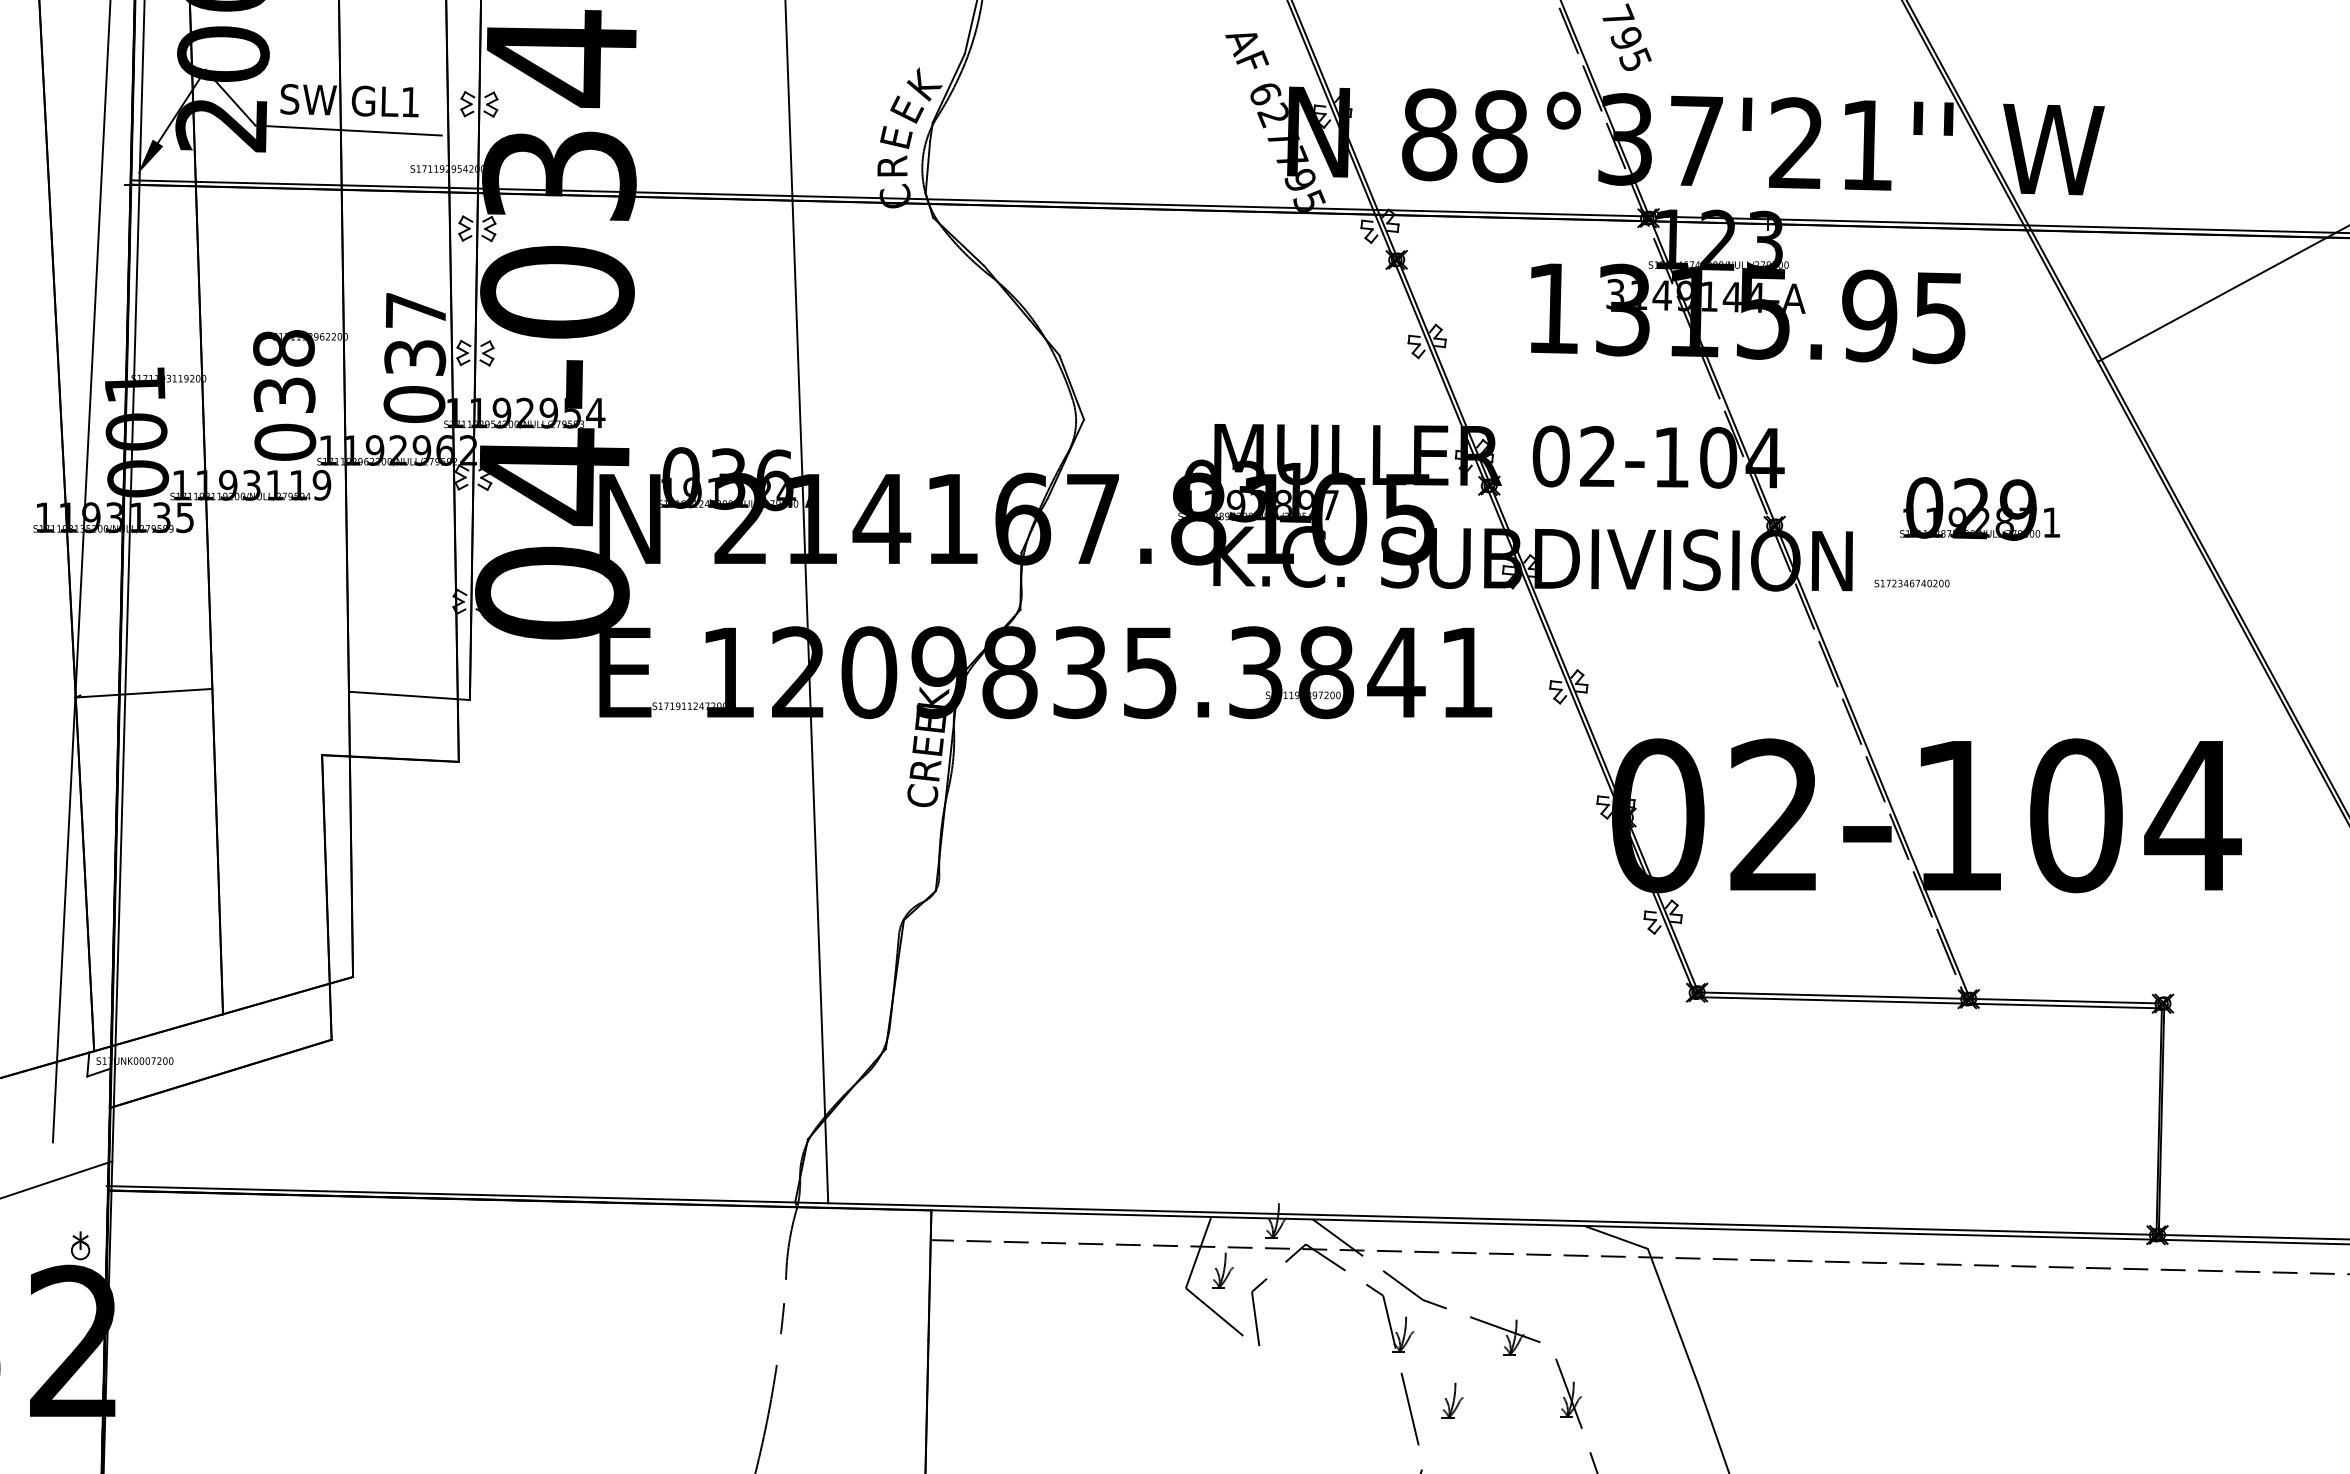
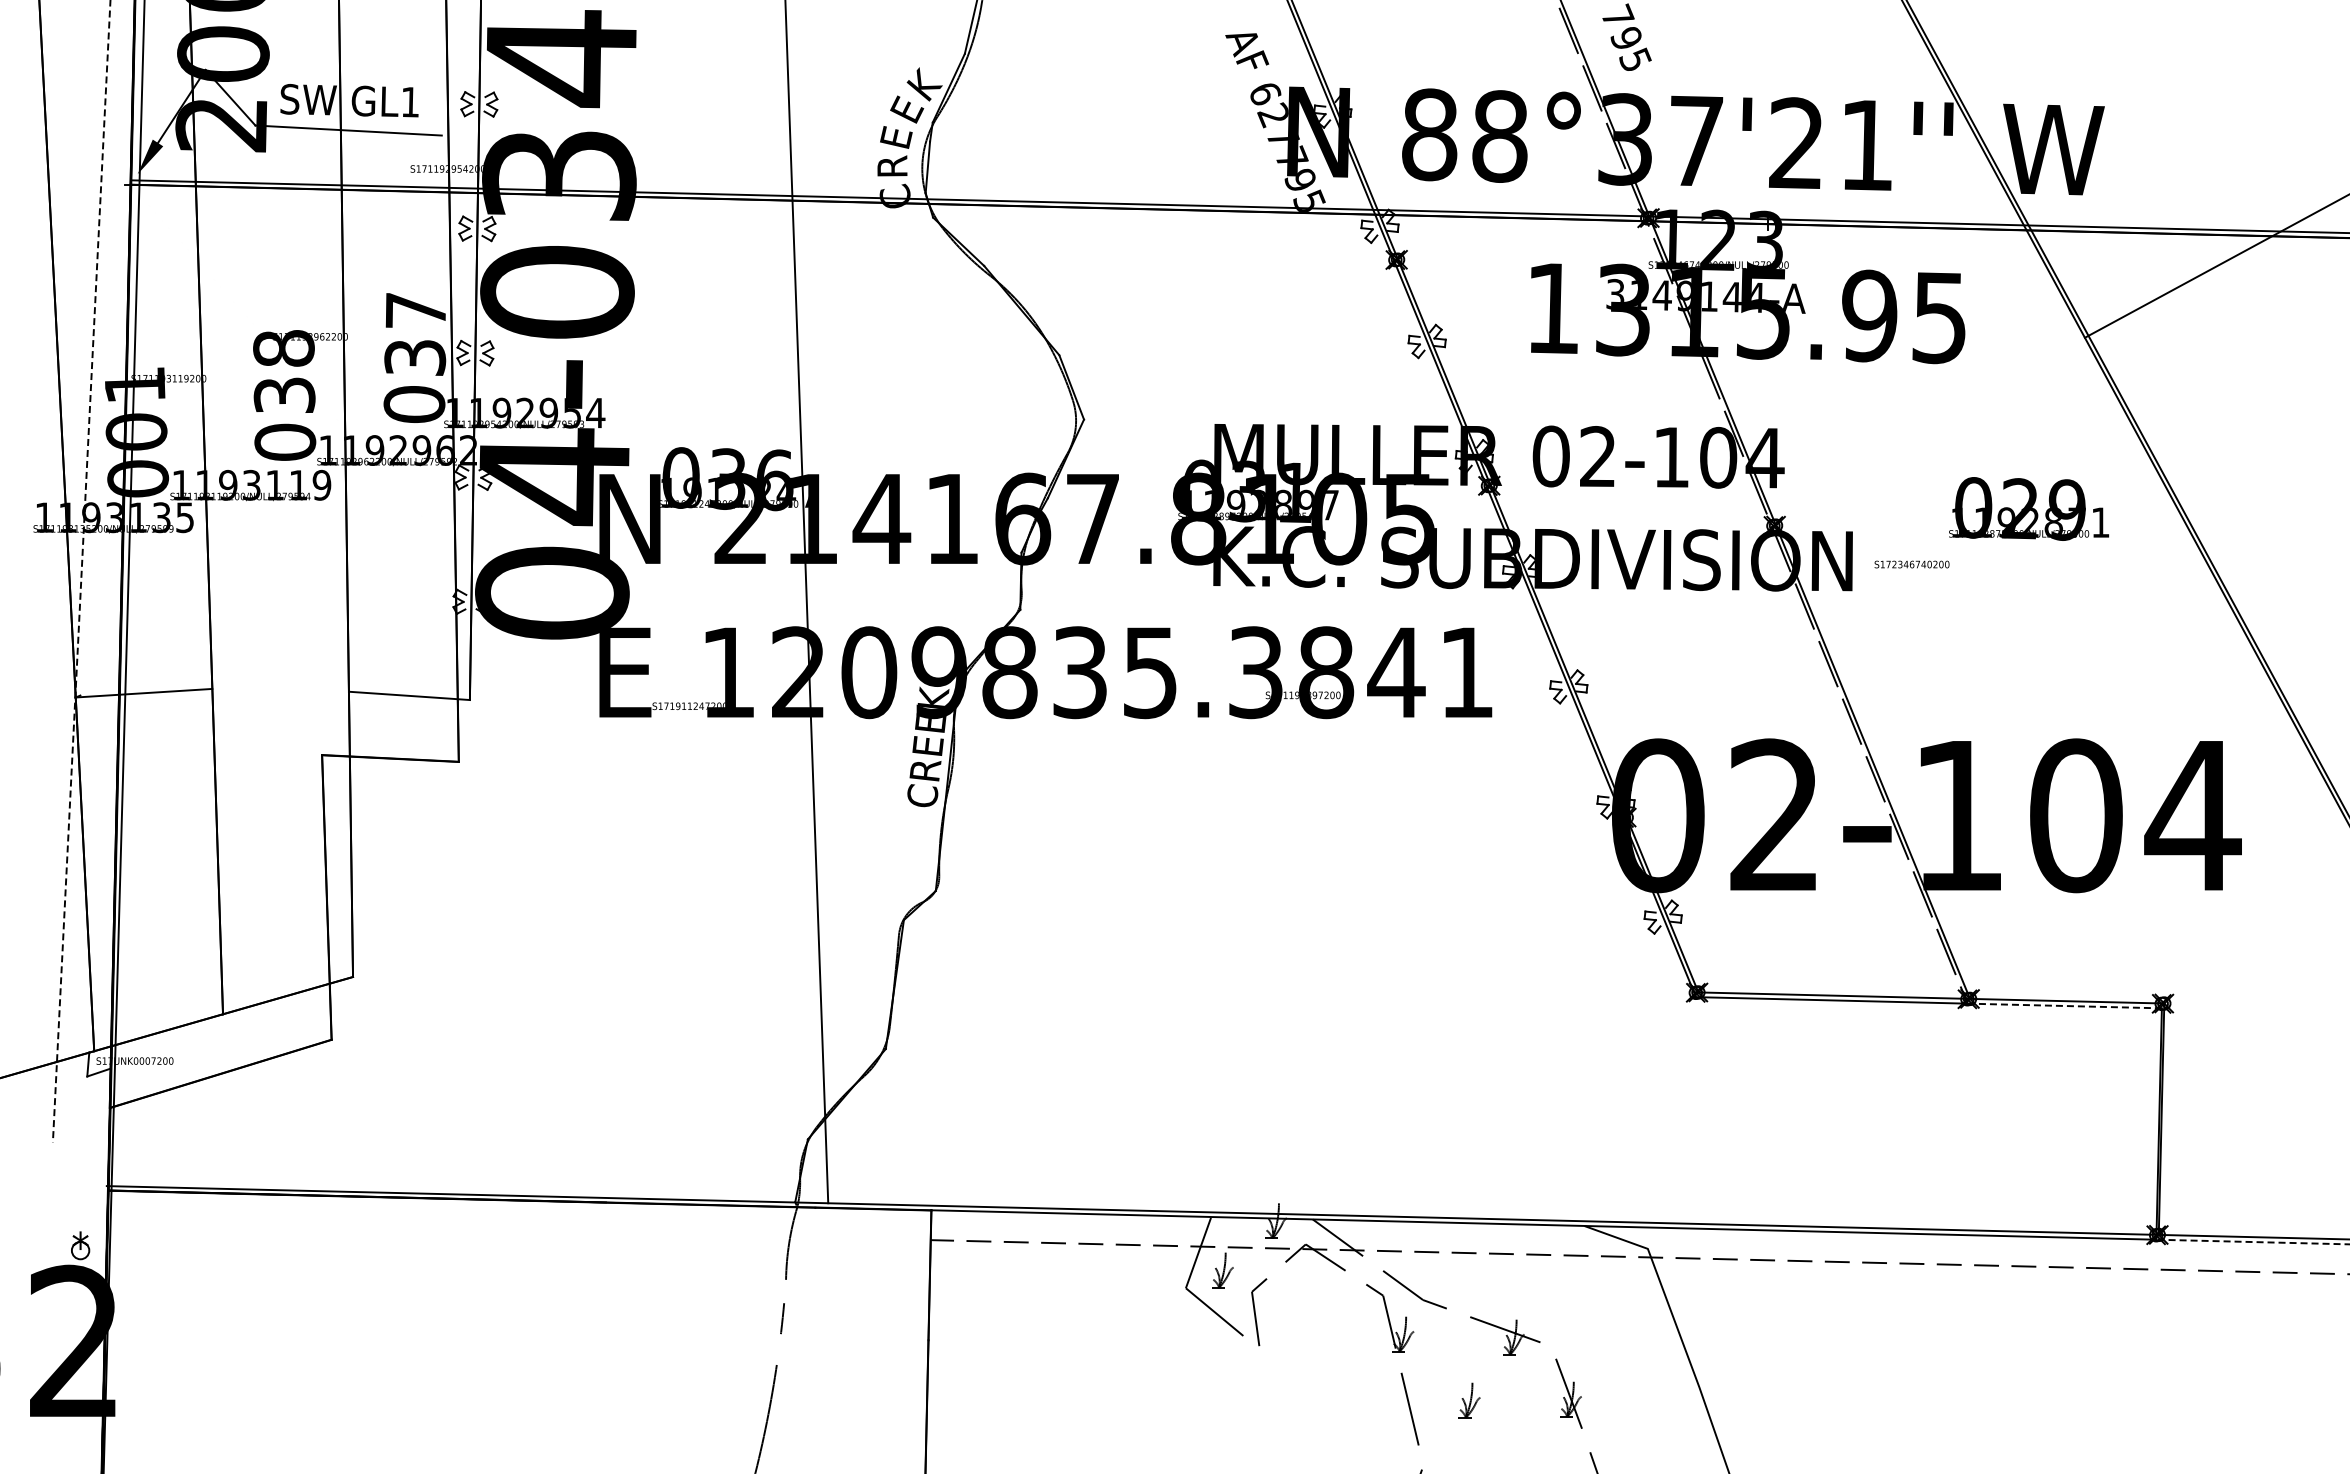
line at (2221, 294) position: (2221, 294) -> (2215, 266)
text at (1980, 508) position: (1980, 508) -> (2029, 508)
line at (81, 571): solid -> dashed
text at (1911, 583) position: (1911, 583) -> (1911, 564)
line at (2064, 1005): solid -> dashed
line at (57, 1179): present -> none
line at (2253, 1242): solid -> dashed
part at (1452, 1400) position: (1452, 1400) -> (1469, 1400)
